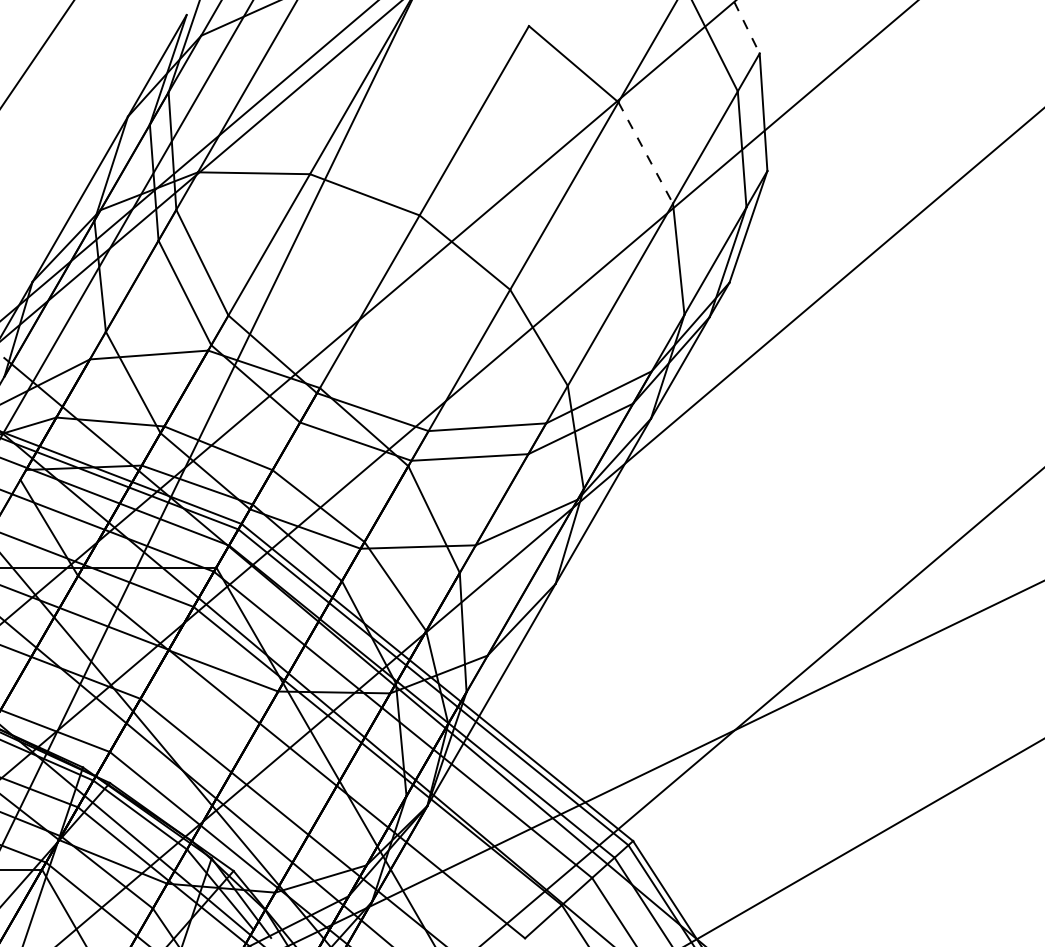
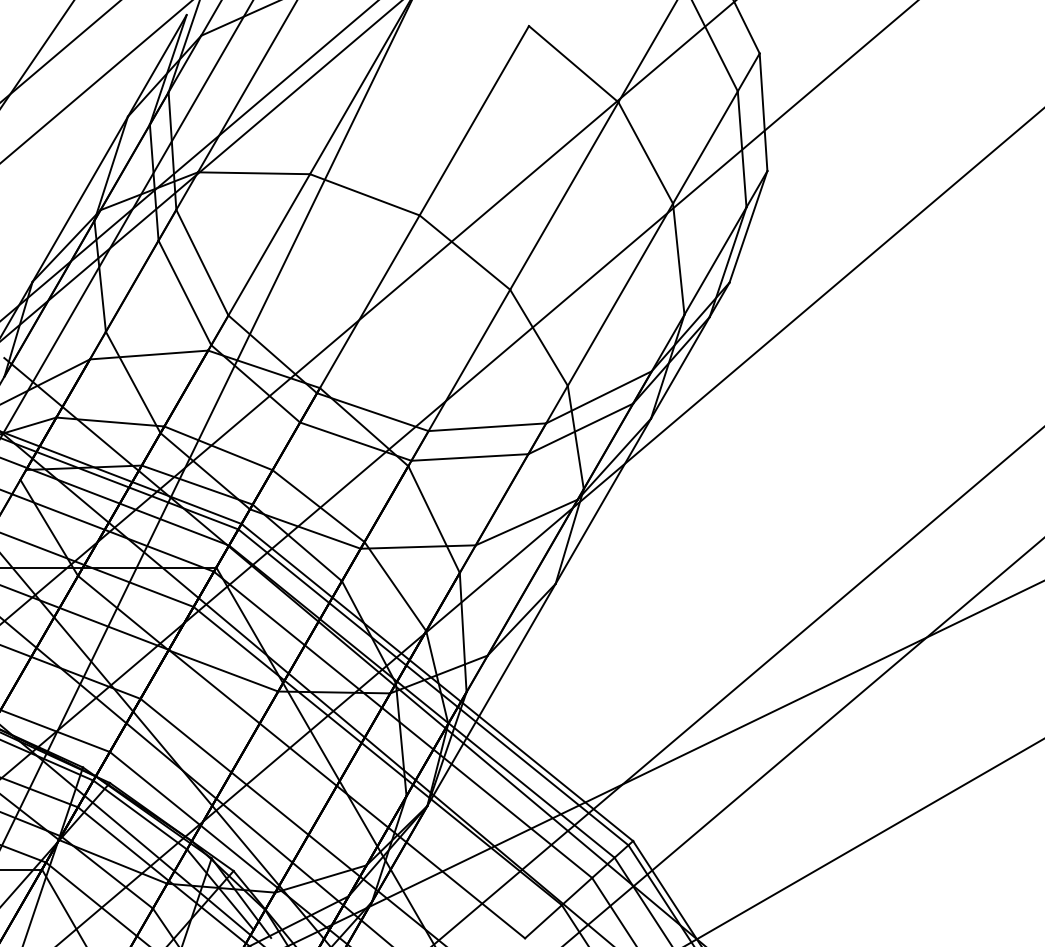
line at (746, 27): dashed -> solid
line at (60, 51): none -> present
line at (95, 81): none -> present
line at (645, 152): dashed -> solid
line at (762, 706) position: (762, 706) -> (738, 685)
line at (803, 741): none -> present
